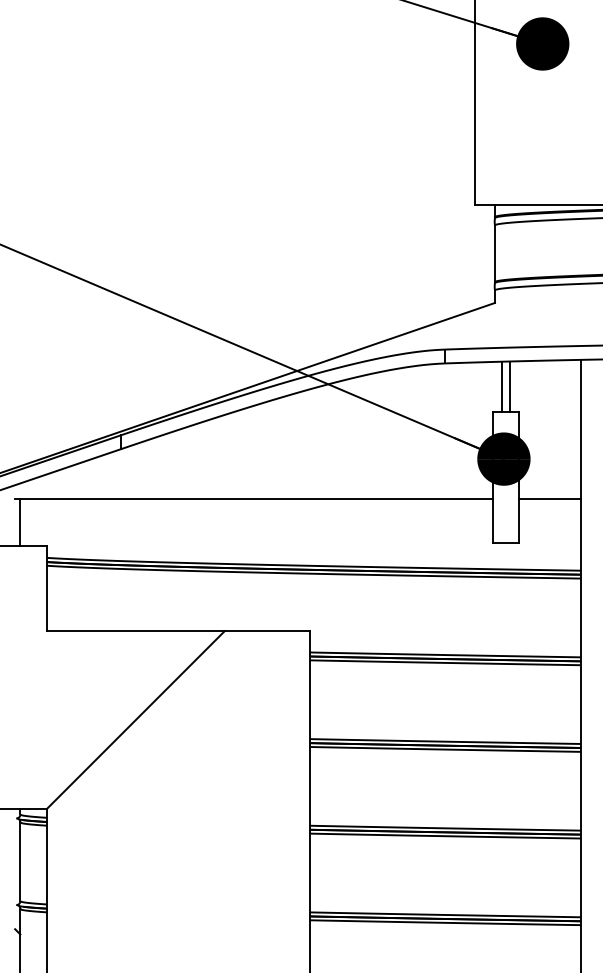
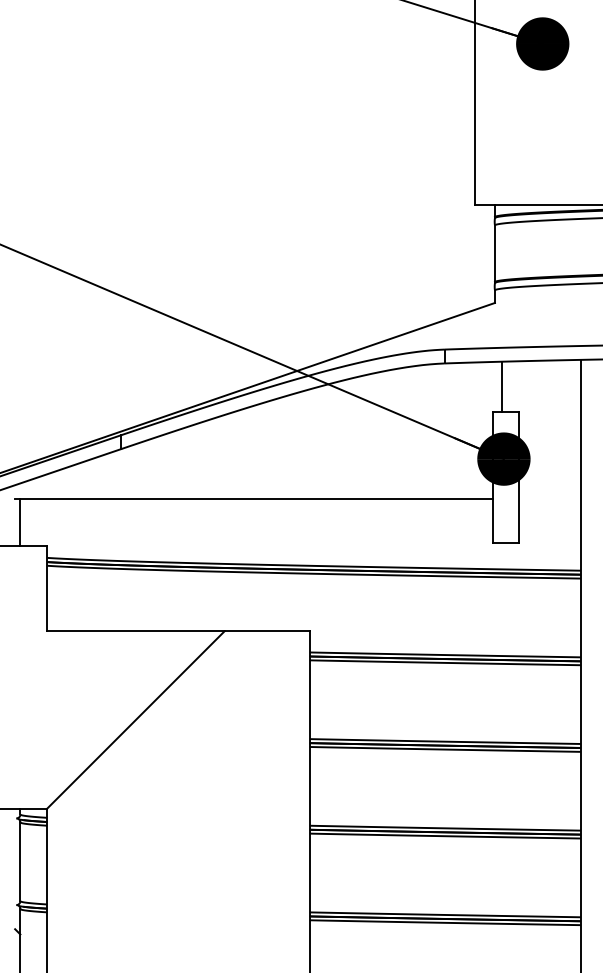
line at (510, 386): present -> none
line at (549, 498): present -> none
